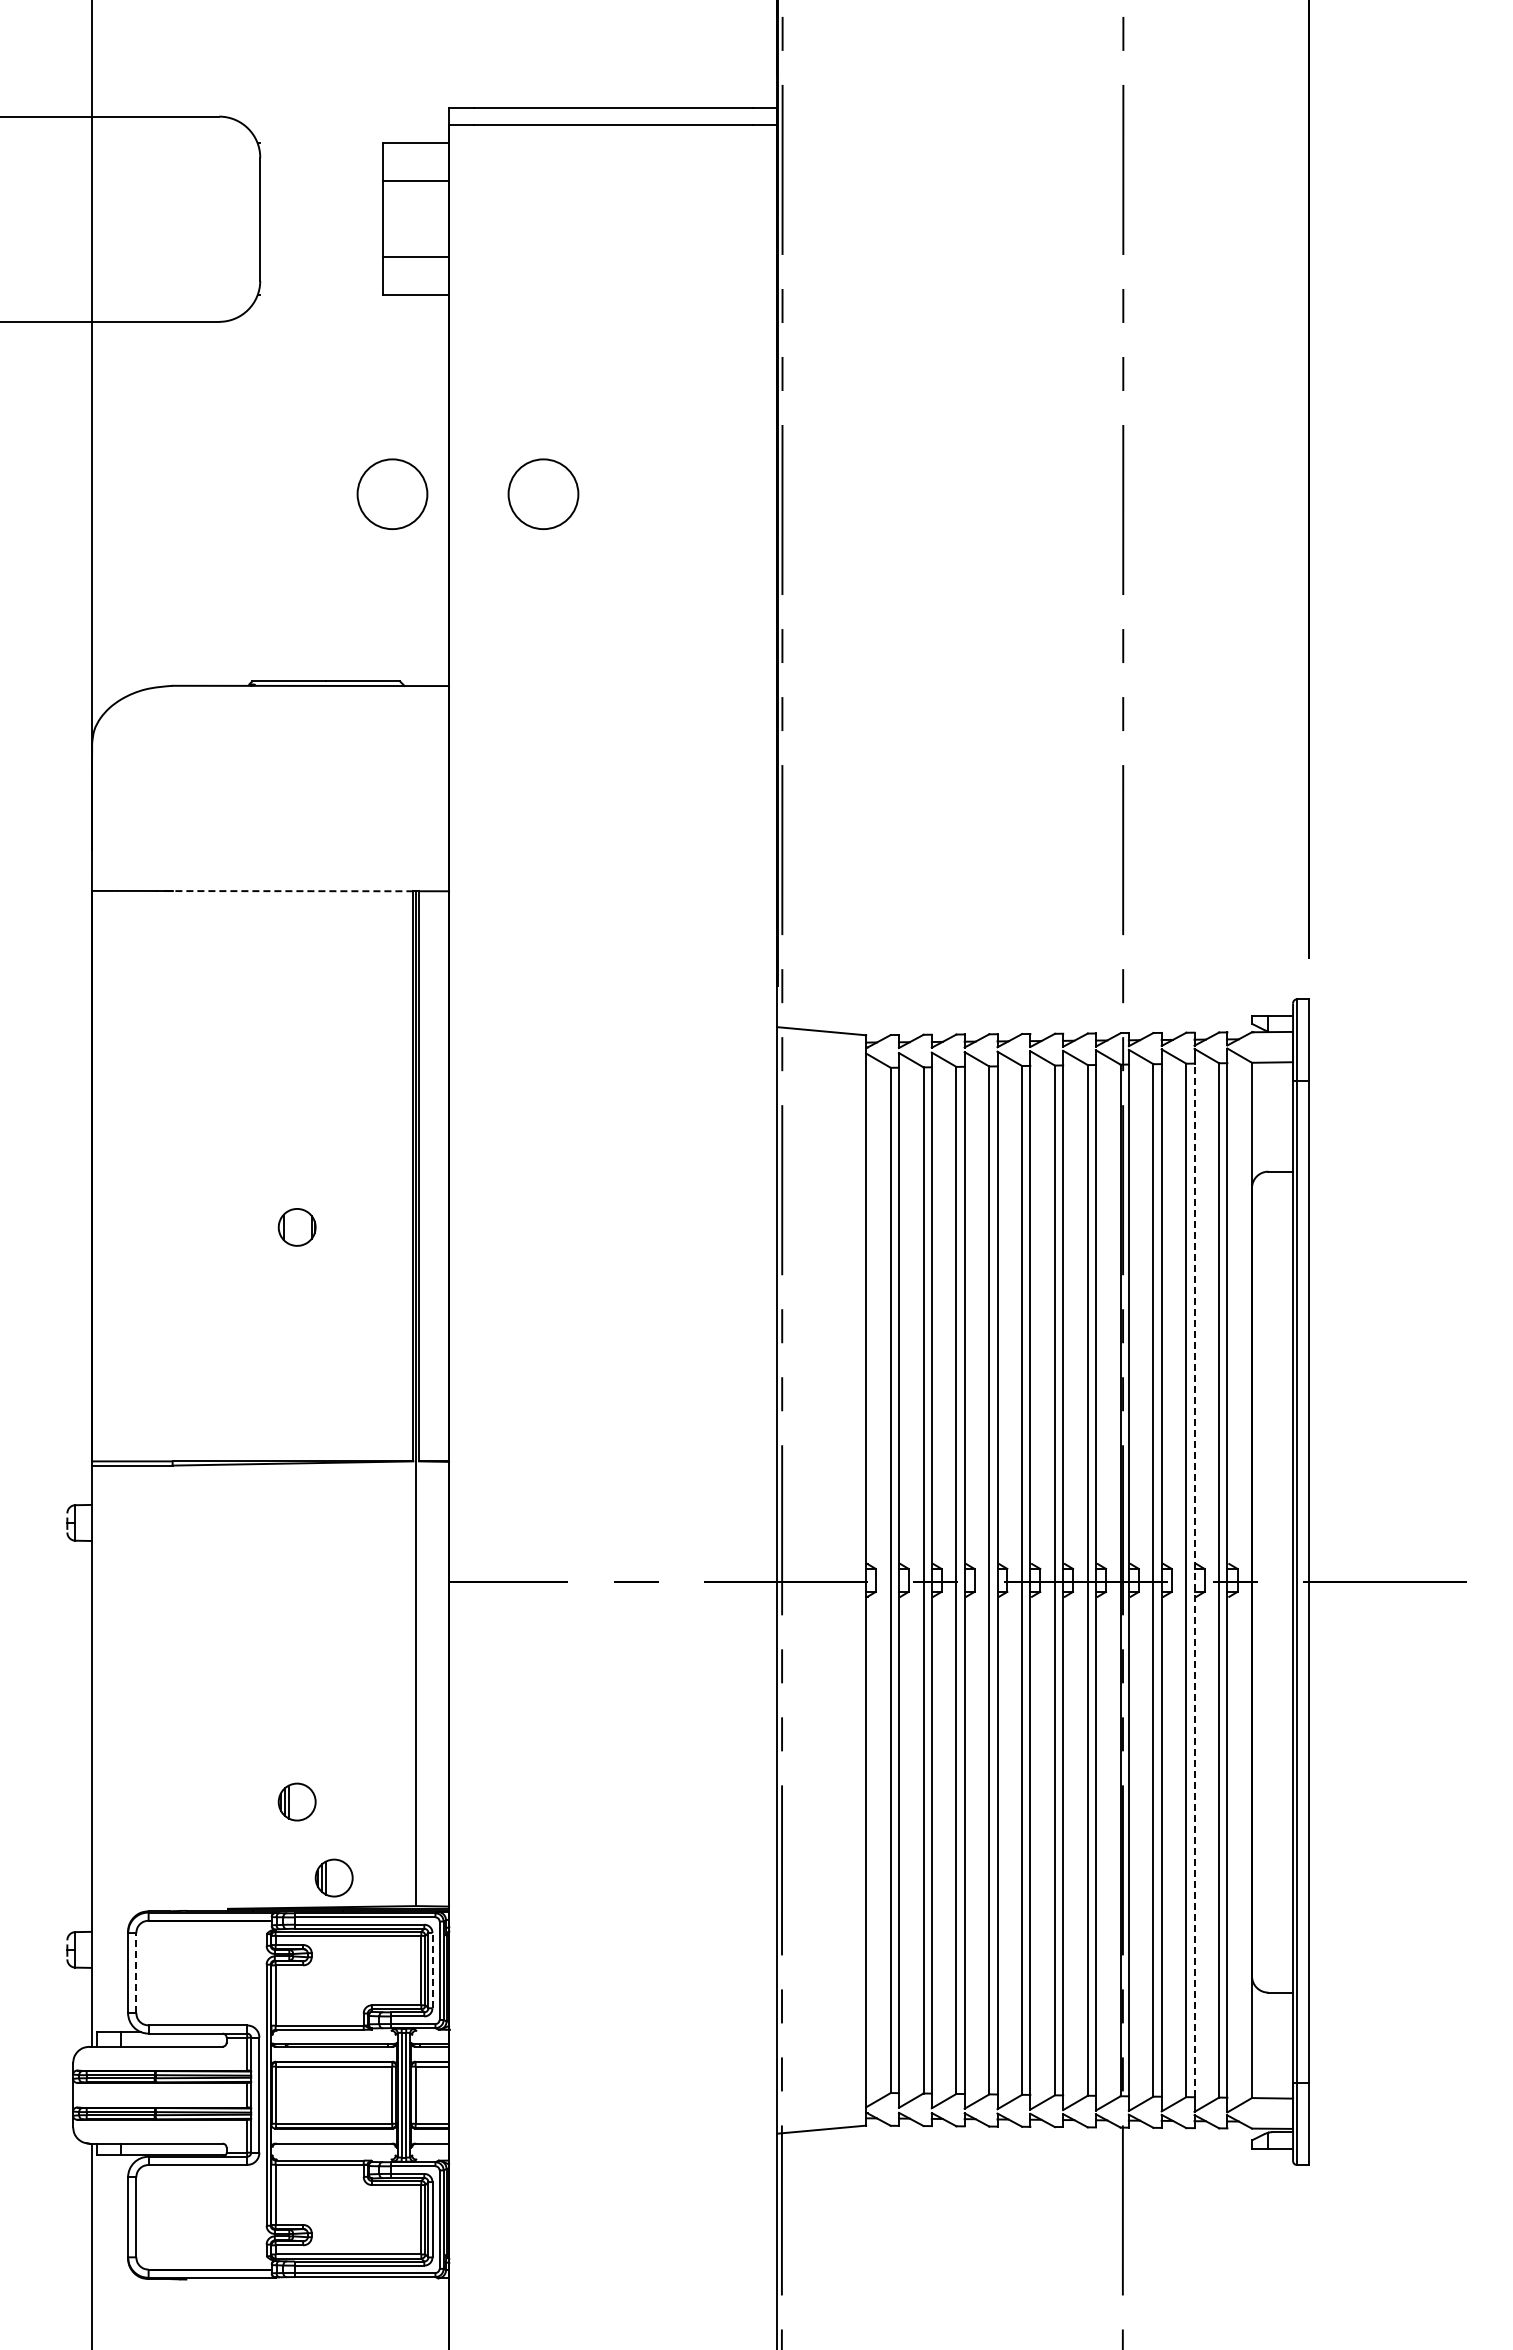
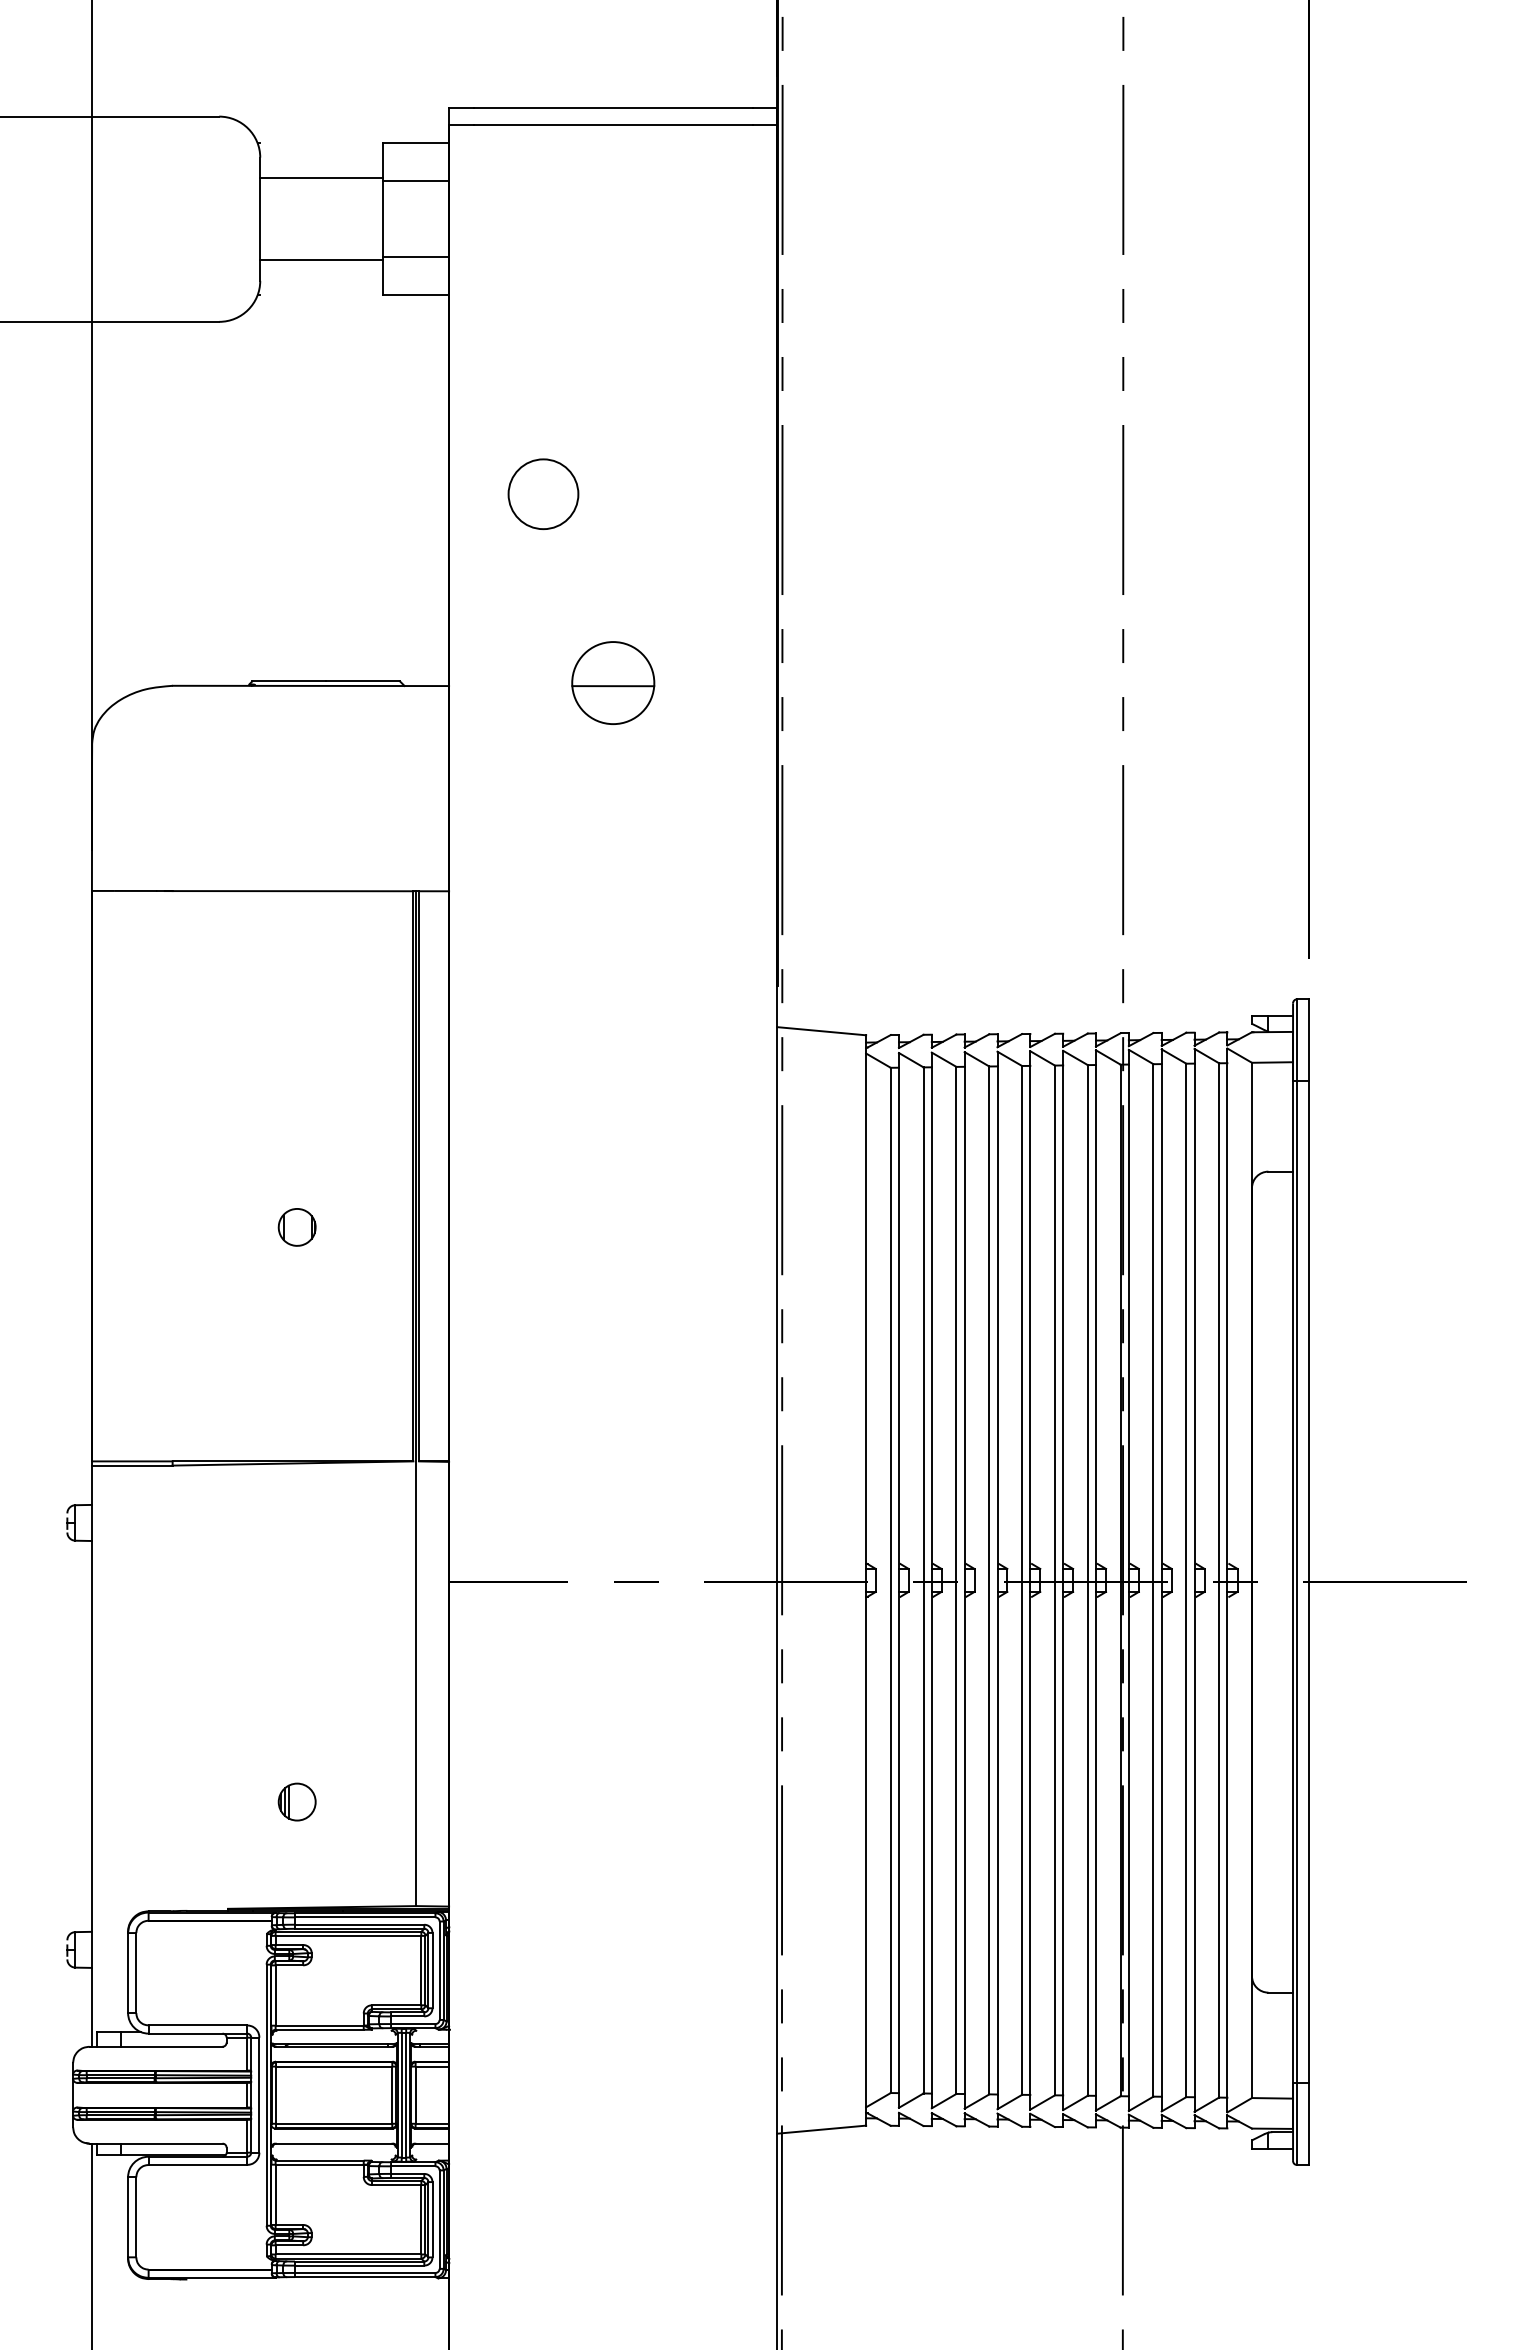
line at (321, 178): none -> present
line at (321, 260): none -> present
circle at (392, 493): present -> none
part at (613, 682): none -> present
line at (292, 891): dashed -> solid
line at (1194, 1580): dashed -> solid
part at (333, 1877): present -> none
line at (432, 1970): dashed -> solid
line at (136, 1972): dashed -> solid
